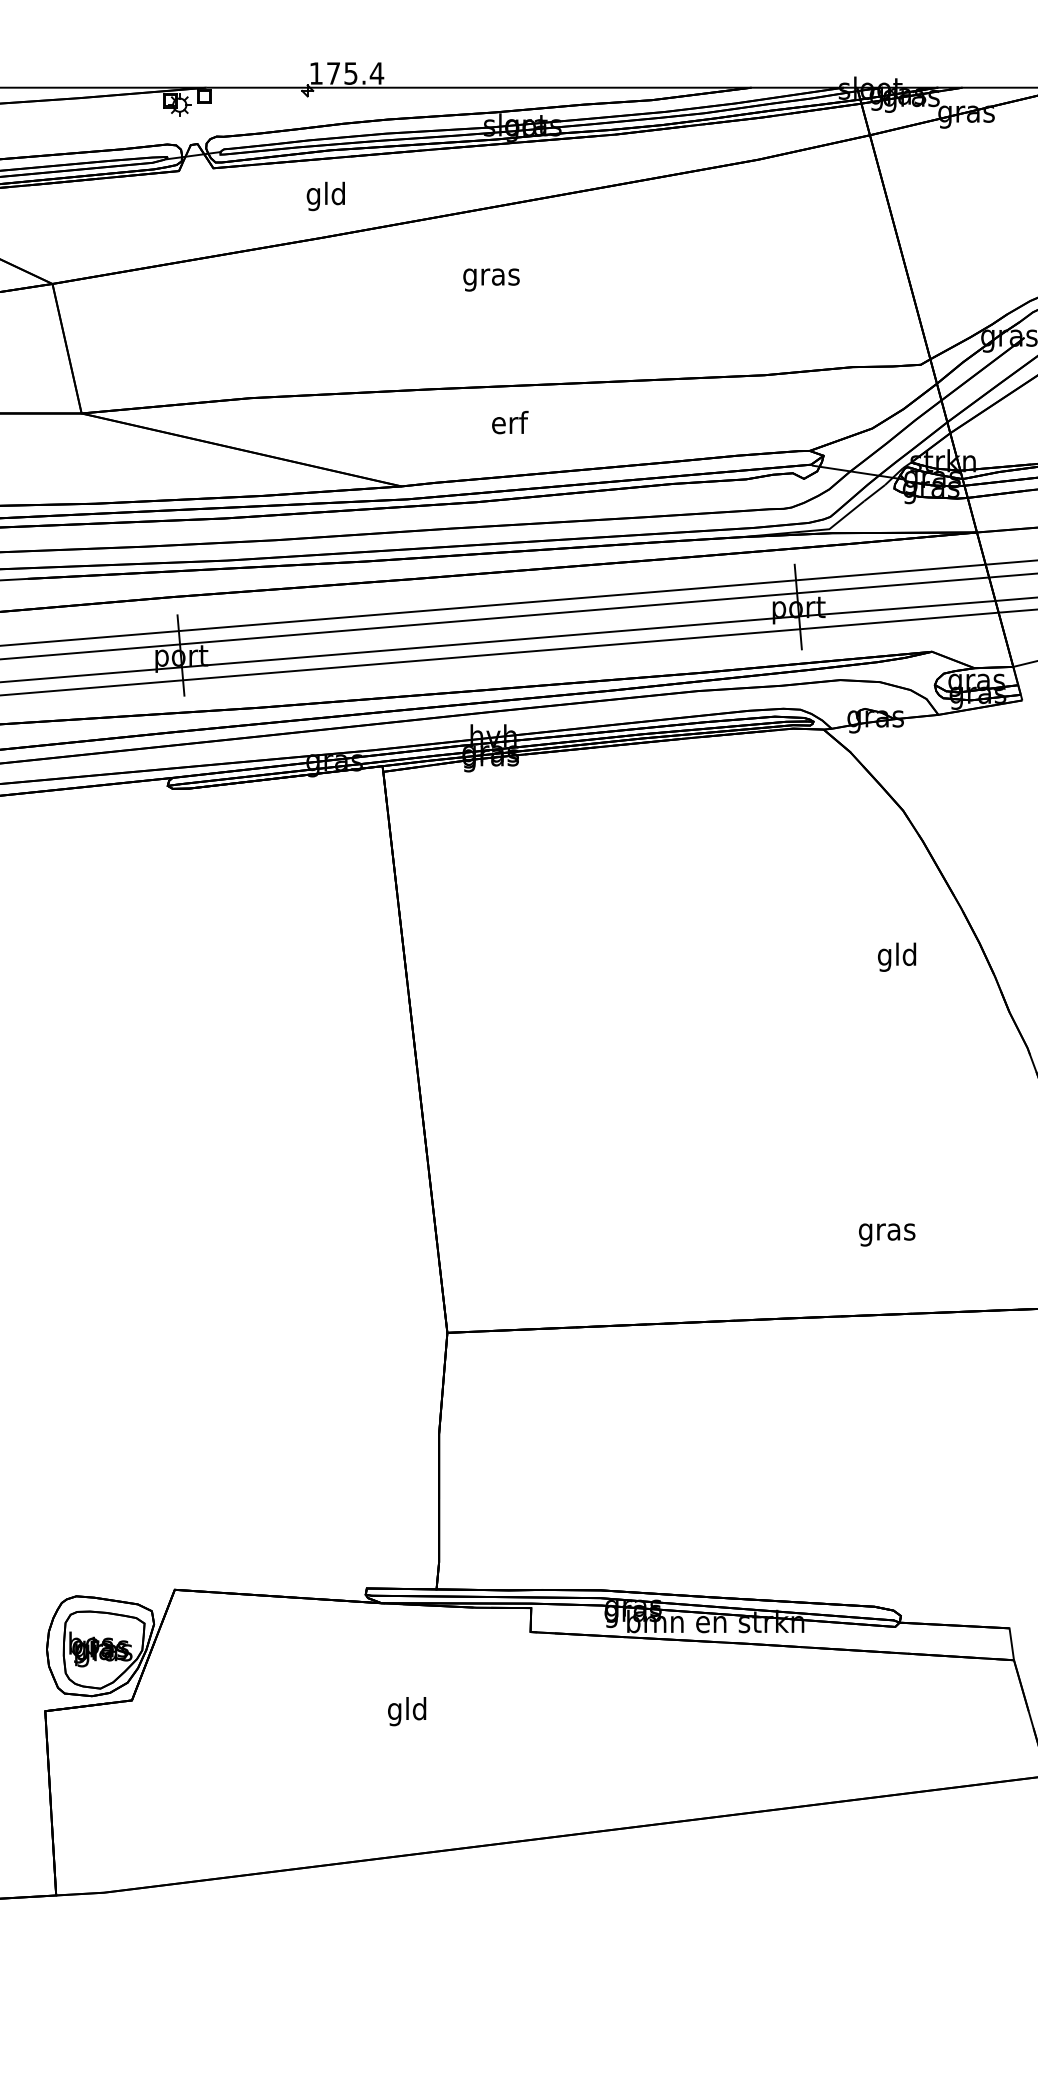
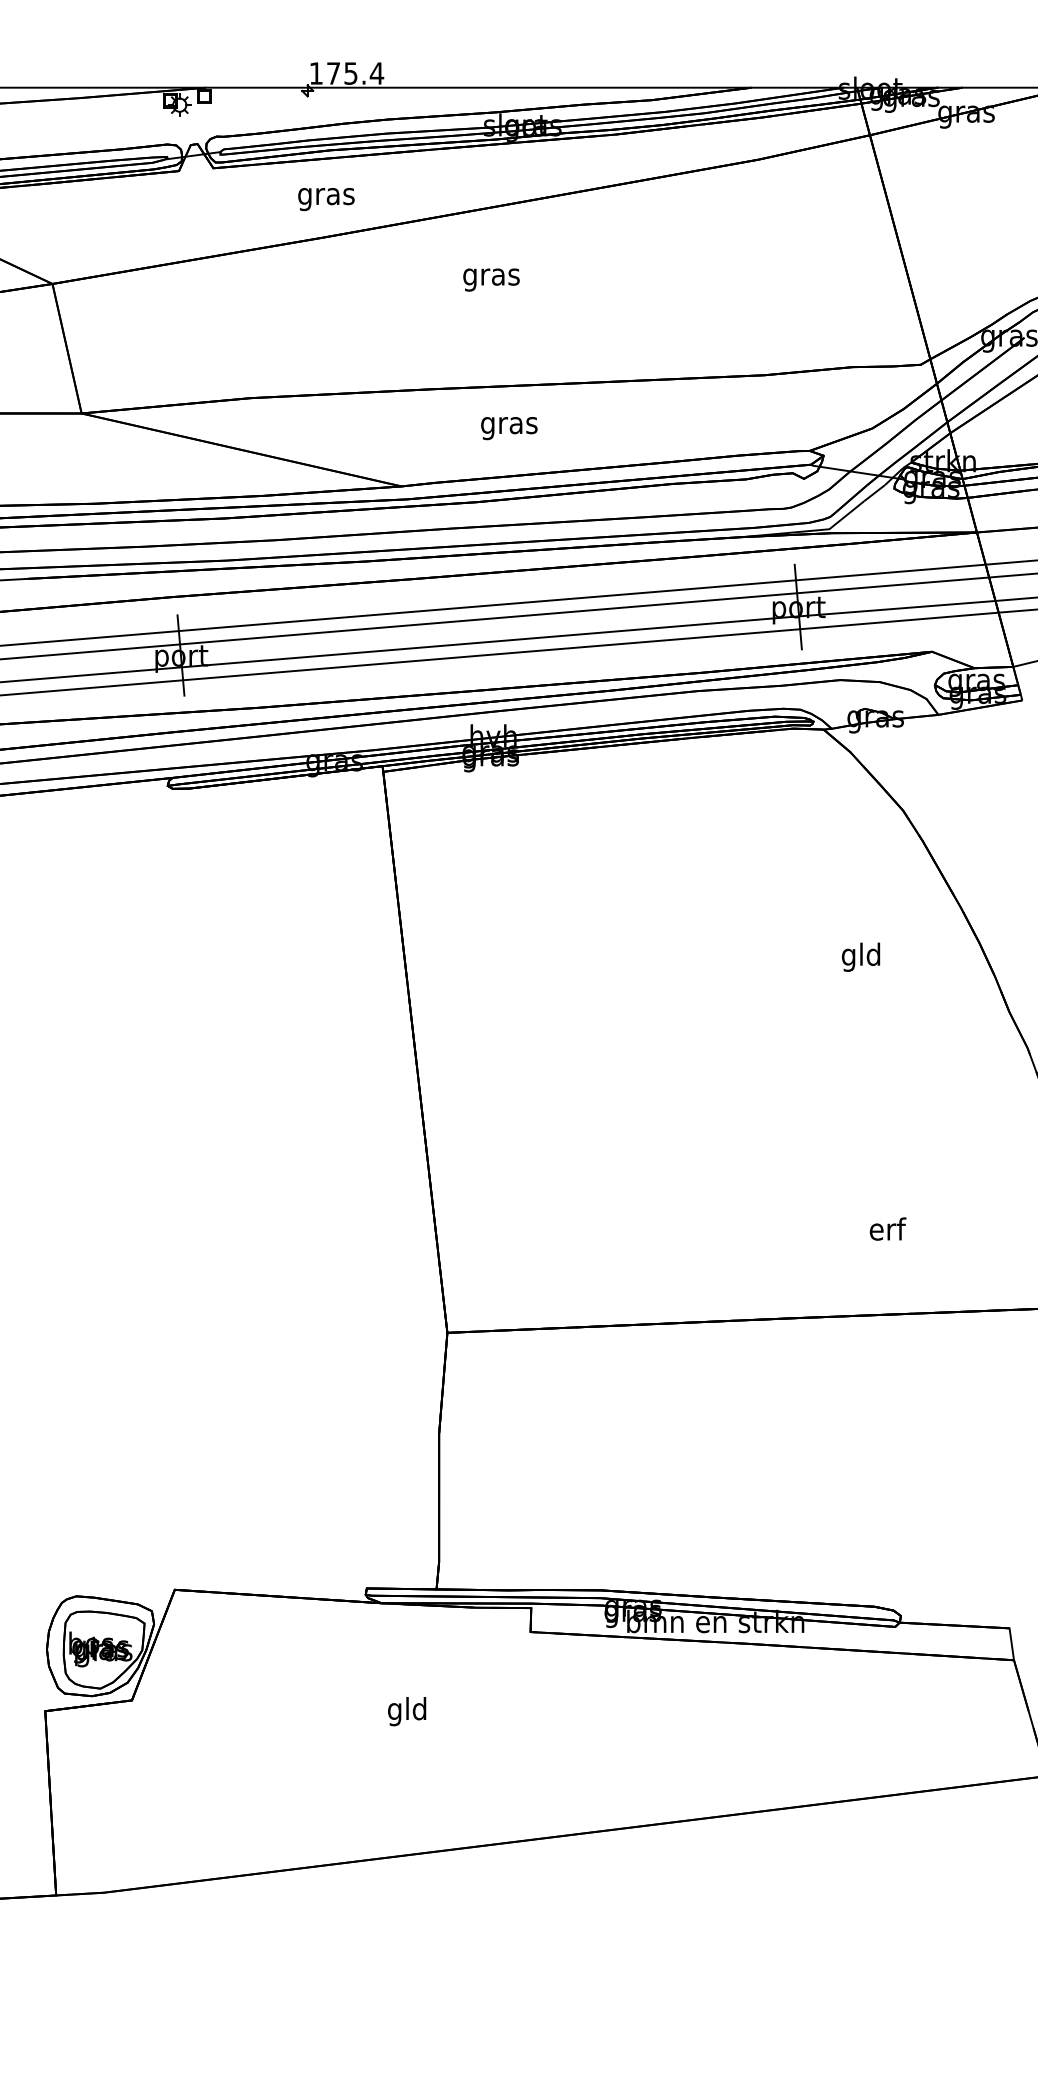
text at (326, 196): gld -> gras
text at (509, 425): erf -> gras
text at (897, 956) position: (897, 956) -> (861, 956)
text at (887, 1231): gras -> erf
